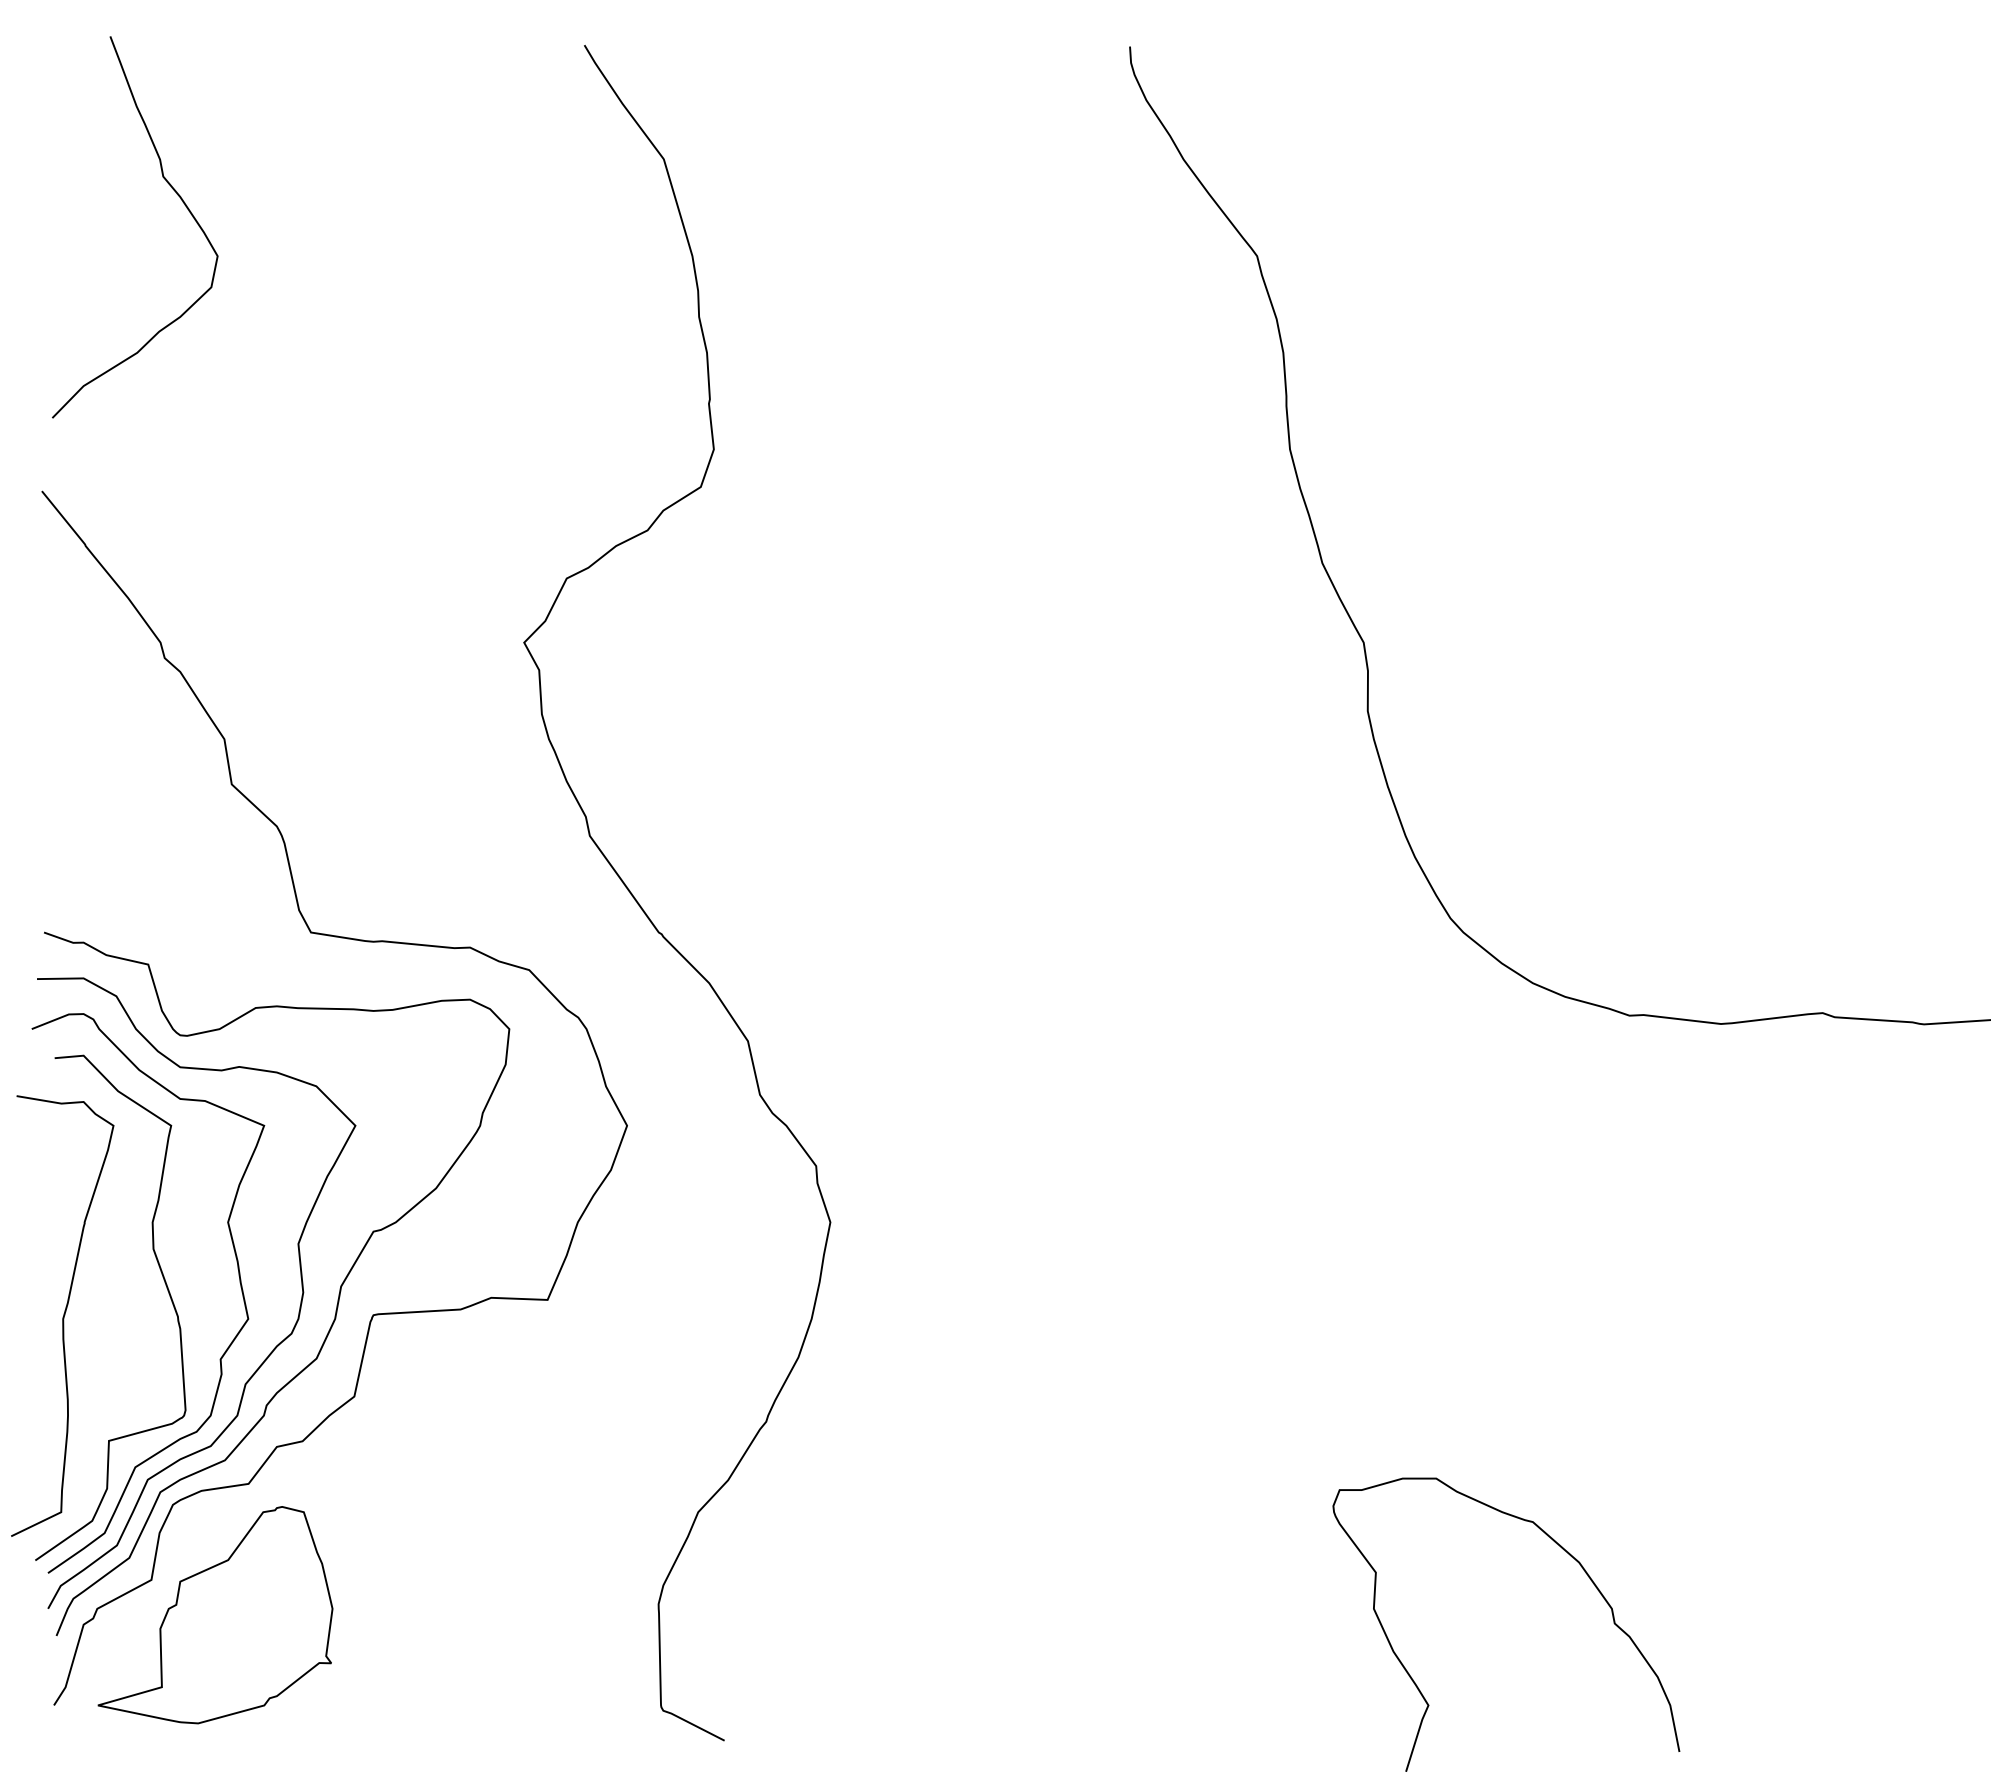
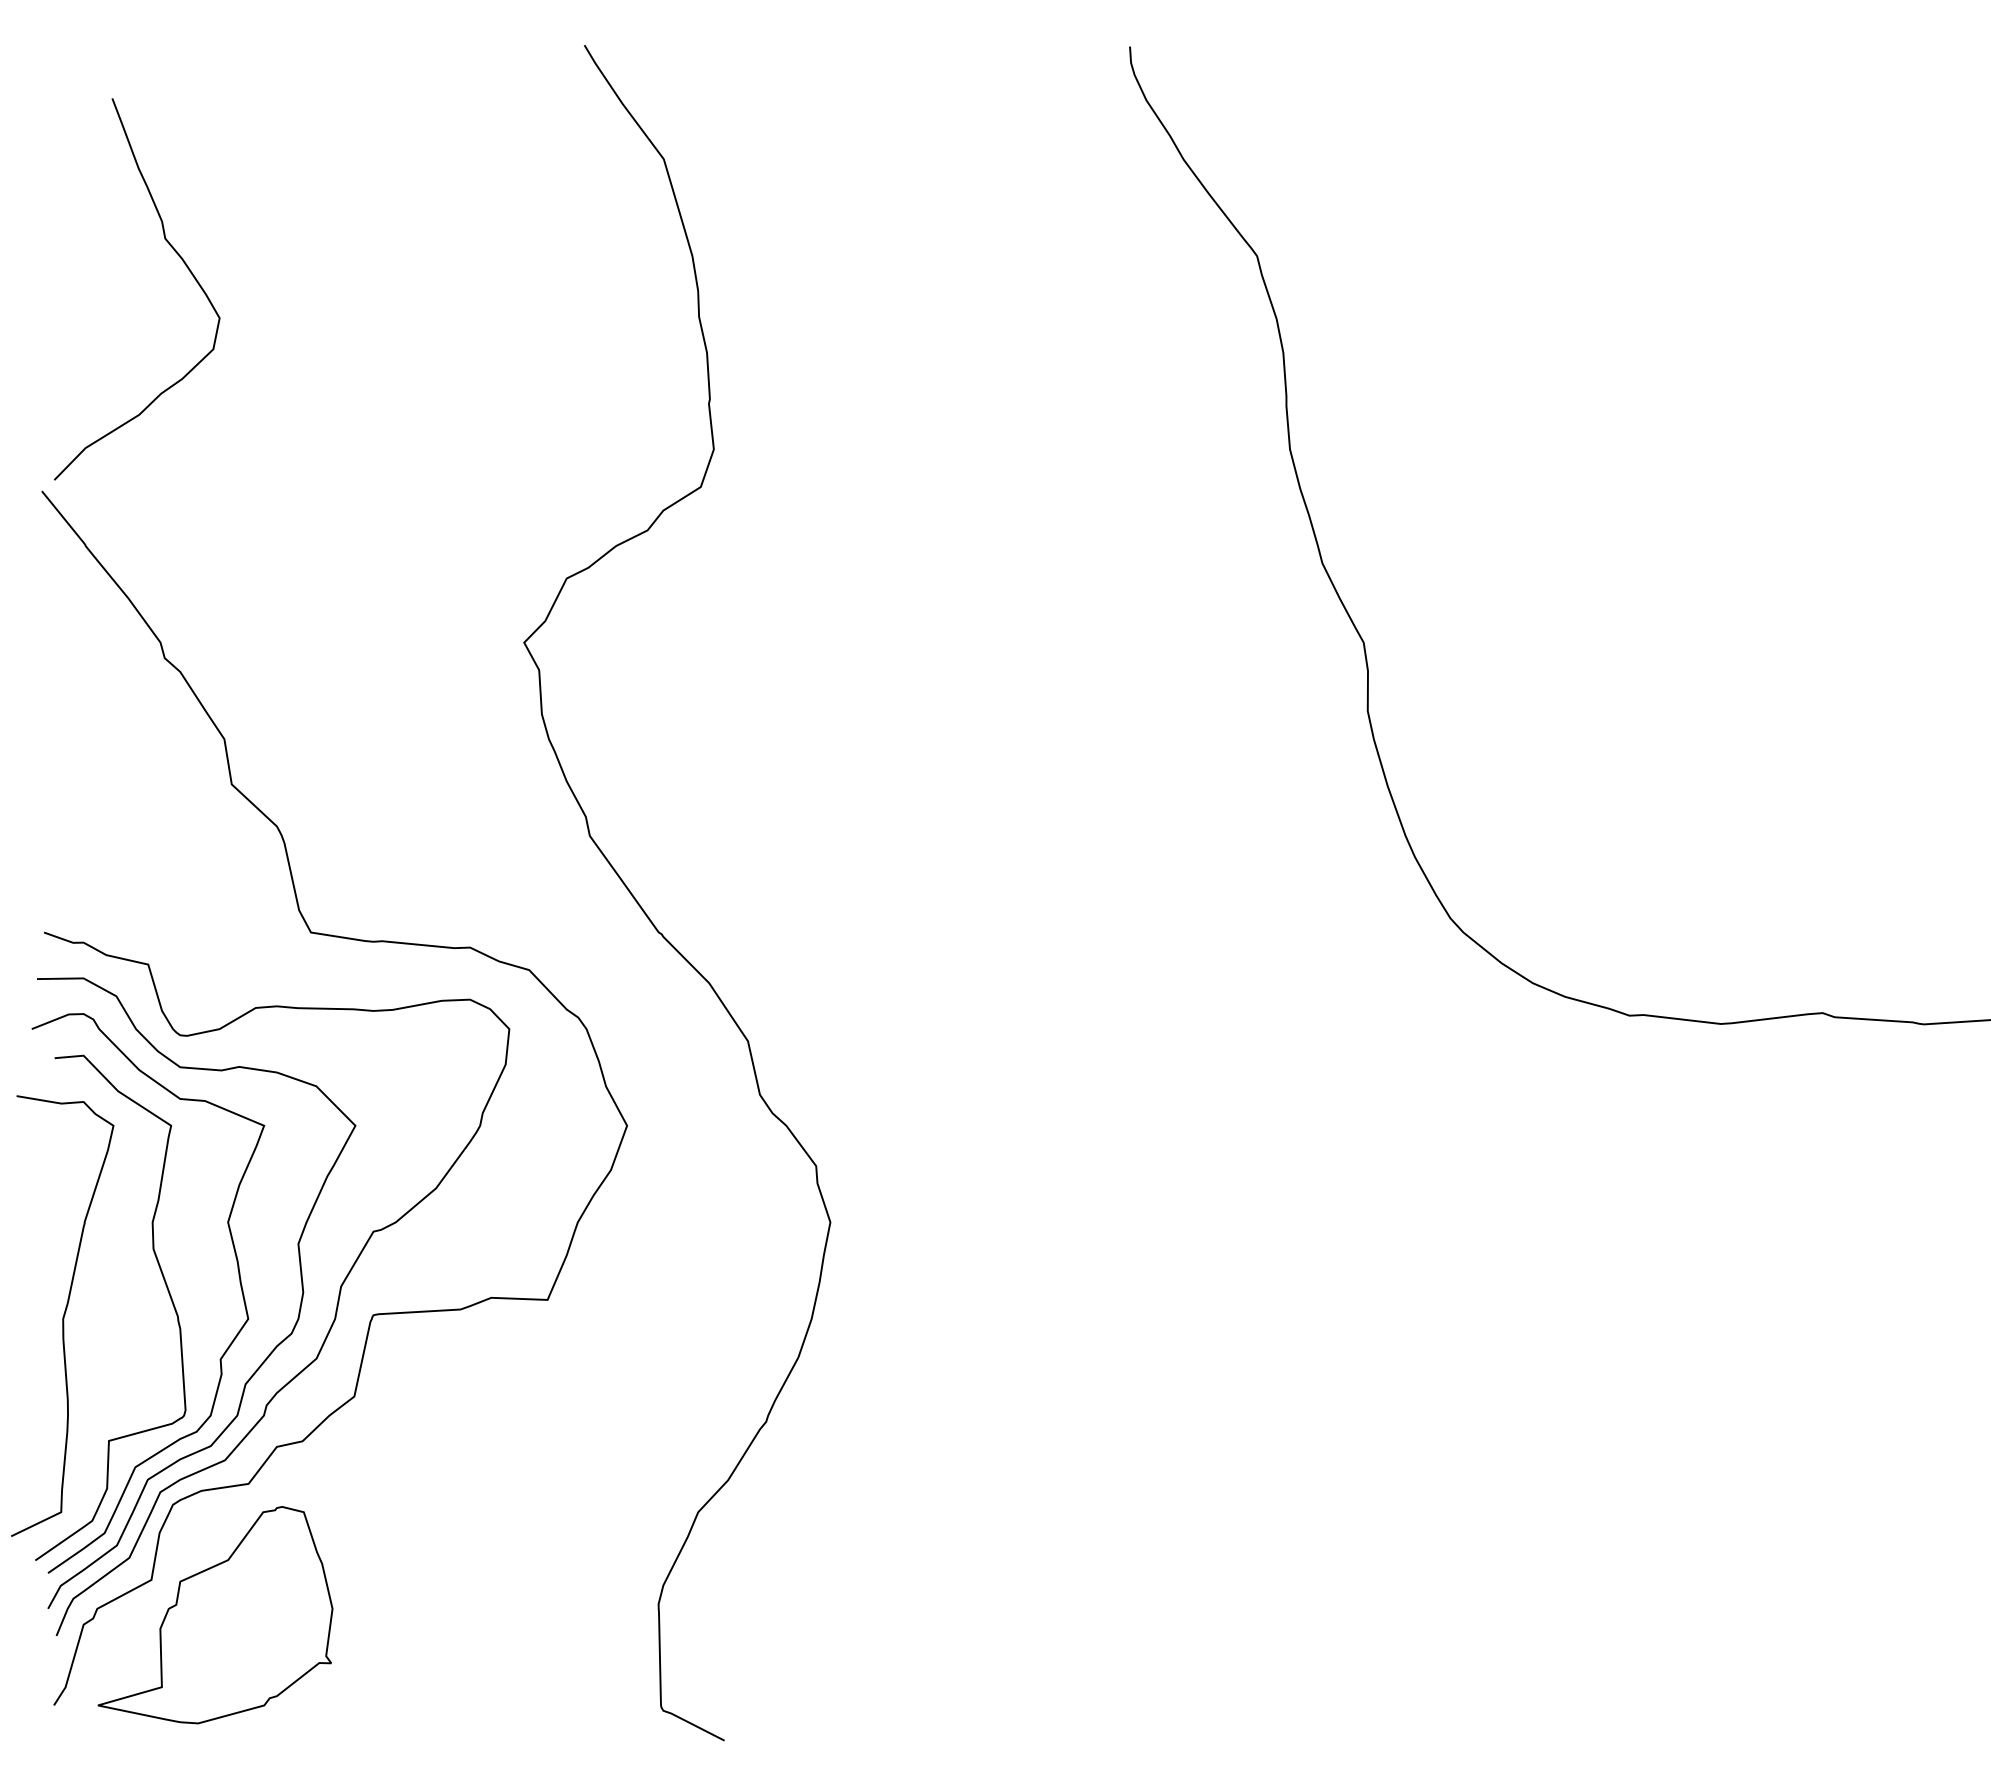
curve at (177, 195) position: (177, 195) -> (179, 257)
curve at (1571, 1557): present -> none
